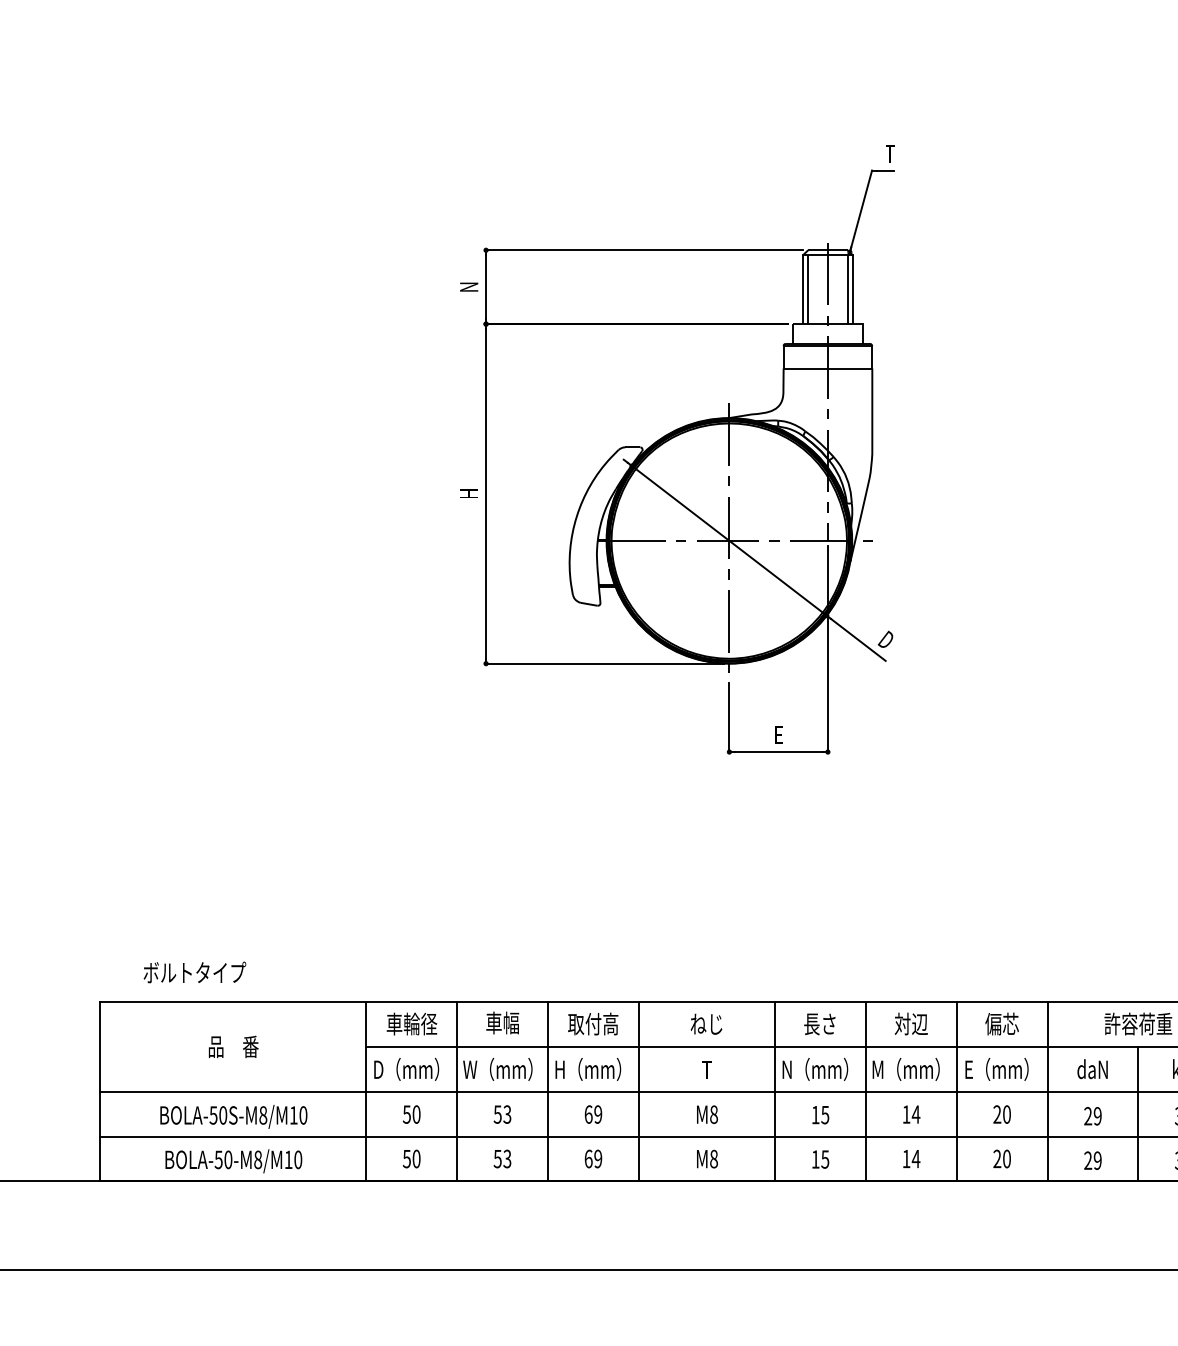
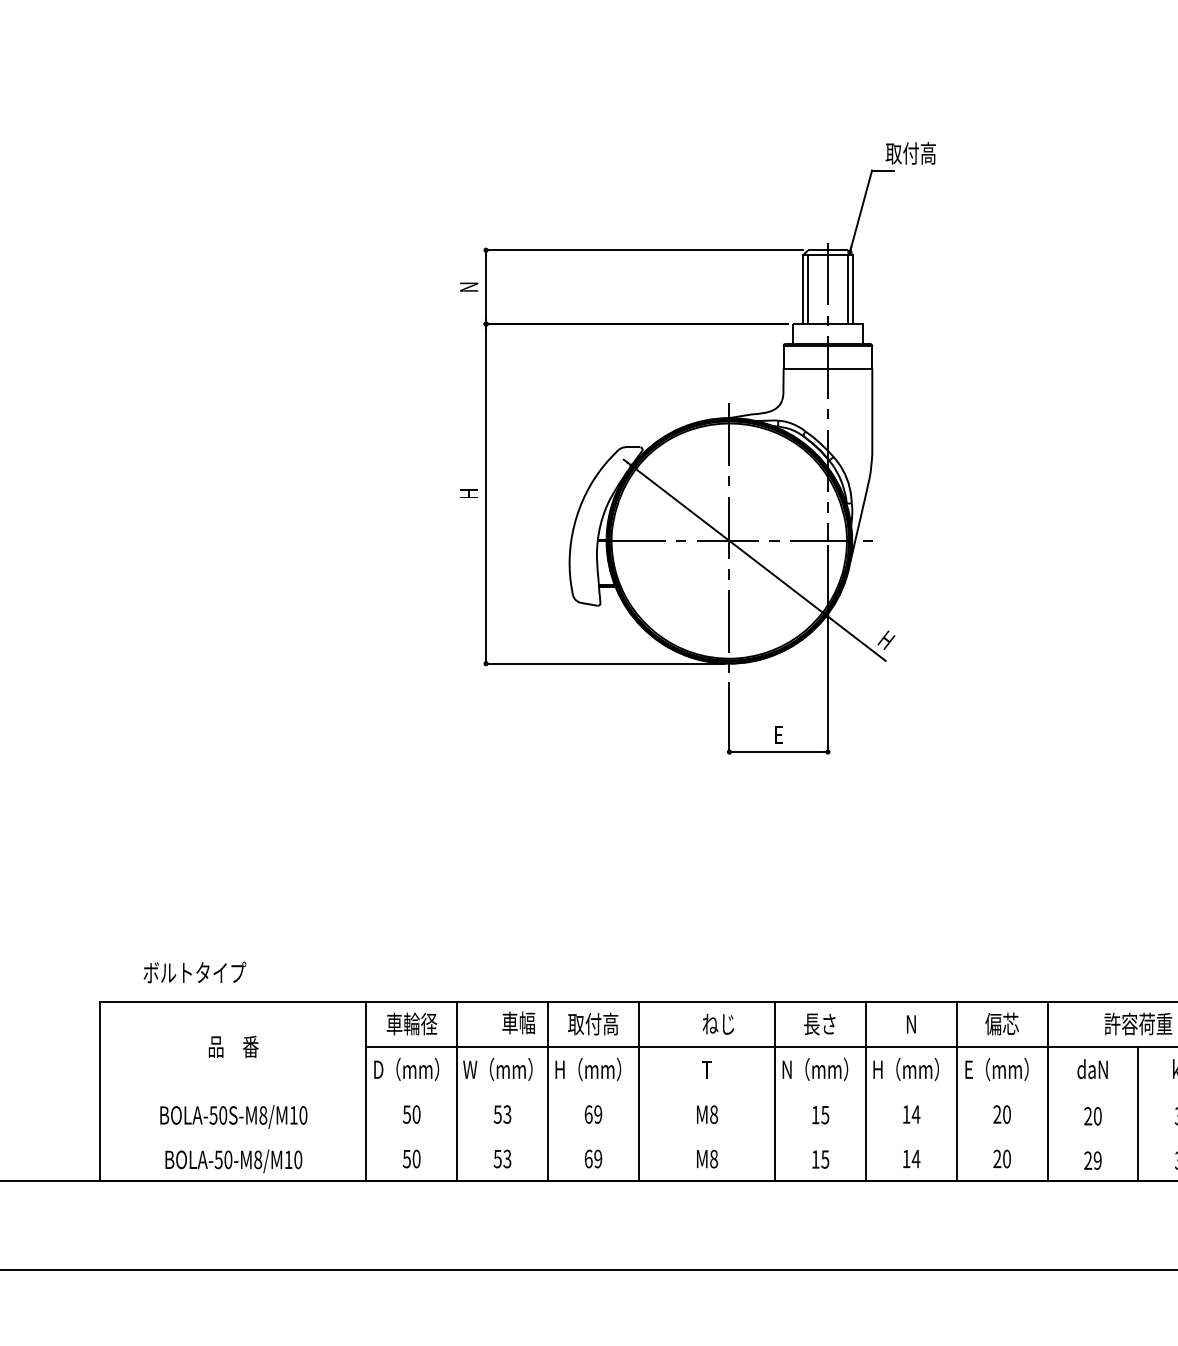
text at (910, 153): T -> 取付高
text at (886, 639): D -> H
text at (502, 1022) position: (502, 1022) -> (518, 1022)
text at (706, 1023) position: (706, 1023) -> (718, 1023)
text at (910, 1023): 対辺 -> N
text at (905, 1068): M（mm） -> H（mm）
line at (637, 1092): present -> none
text at (1097, 1116): 29 -> 20
line at (637, 1136): present -> none
